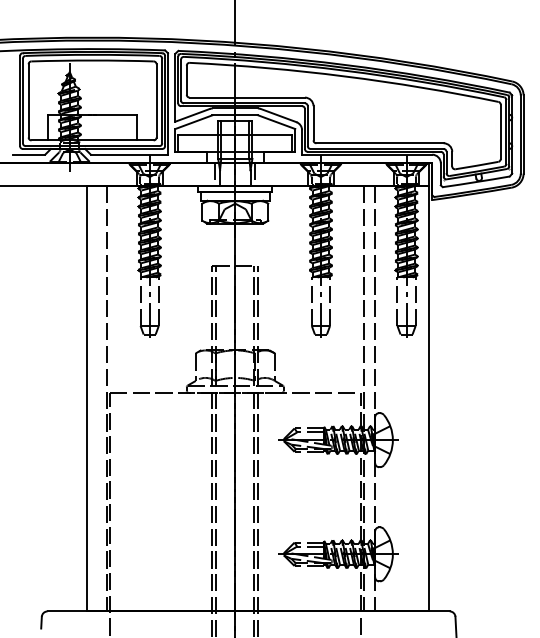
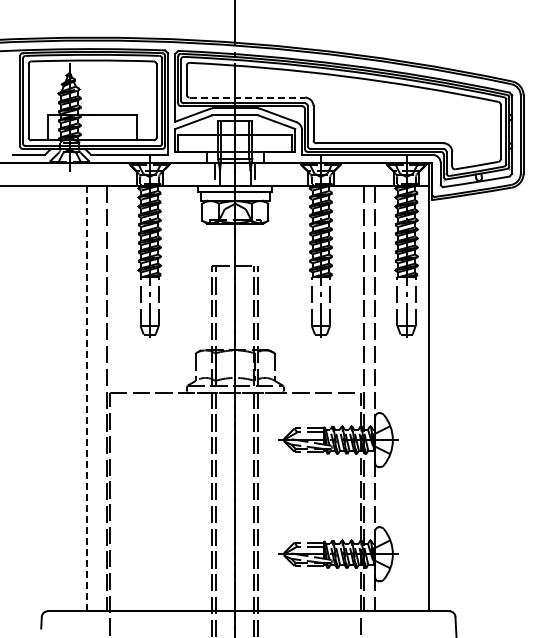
line at (247, 97): solid -> dashed
line at (86, 398): solid -> dashed
